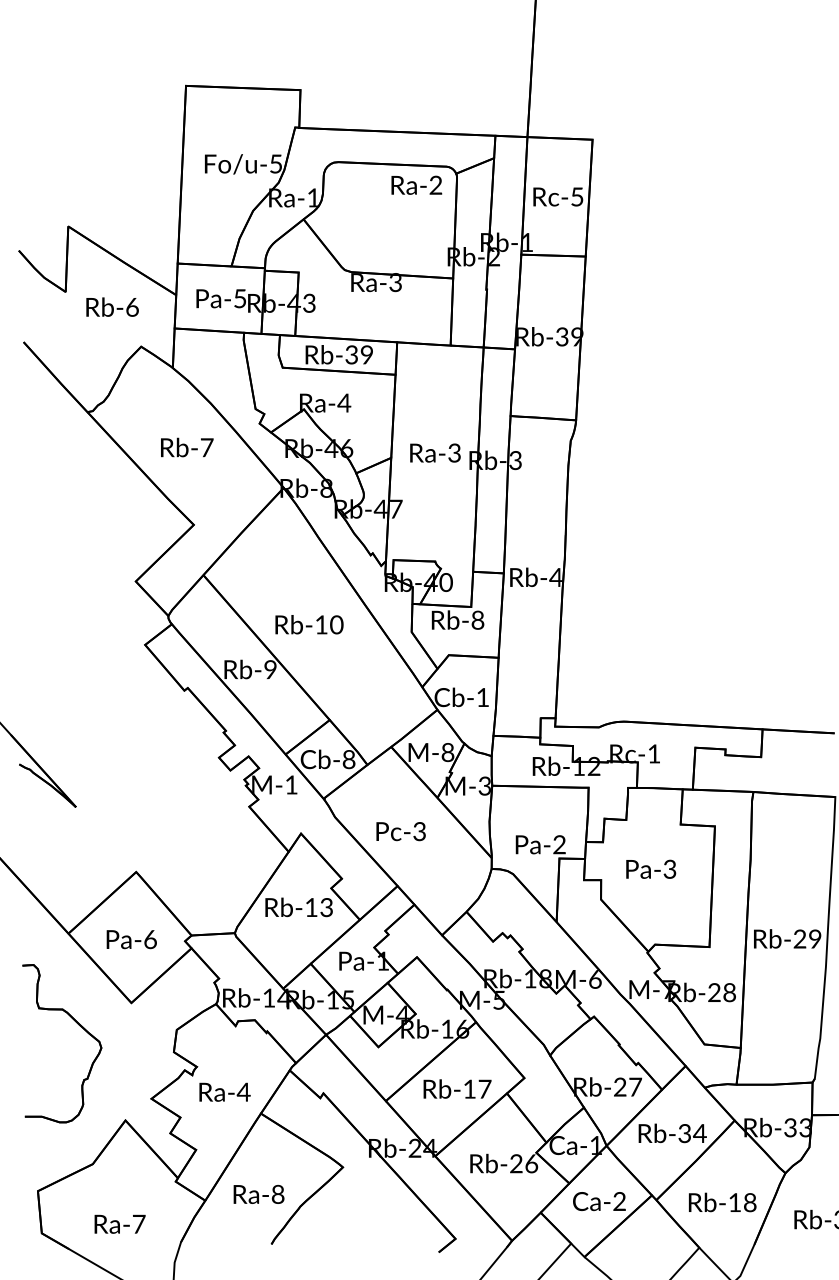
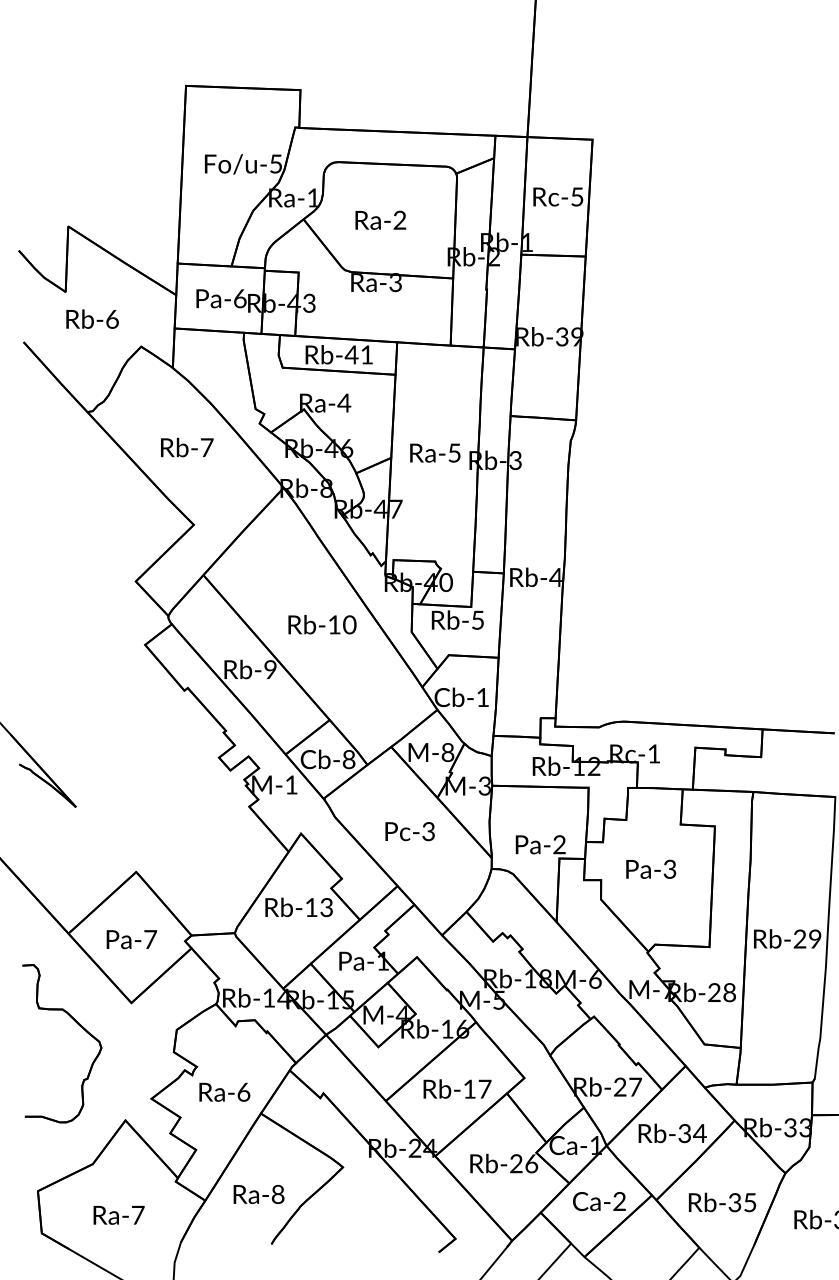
text at (416, 184) position: (416, 184) -> (380, 219)
text at (240, 298): Pa-5 -> Pa-6
text at (112, 306) position: (112, 306) -> (92, 318)
text at (358, 354): Rb-39 -> Rb-41
text at (454, 452): Ra-3 -> Ra-5
text at (477, 619): Rb-8 -> Rb-5
text at (309, 624) position: (309, 624) -> (322, 624)
text at (400, 831) position: (400, 831) -> (409, 831)
text at (150, 939): Pa-6 -> Pa-7
text at (243, 1092): Ra-4 -> Ra-6
text at (742, 1202): Rb-18 -> Rb-35
text at (119, 1223) position: (119, 1223) -> (118, 1214)
